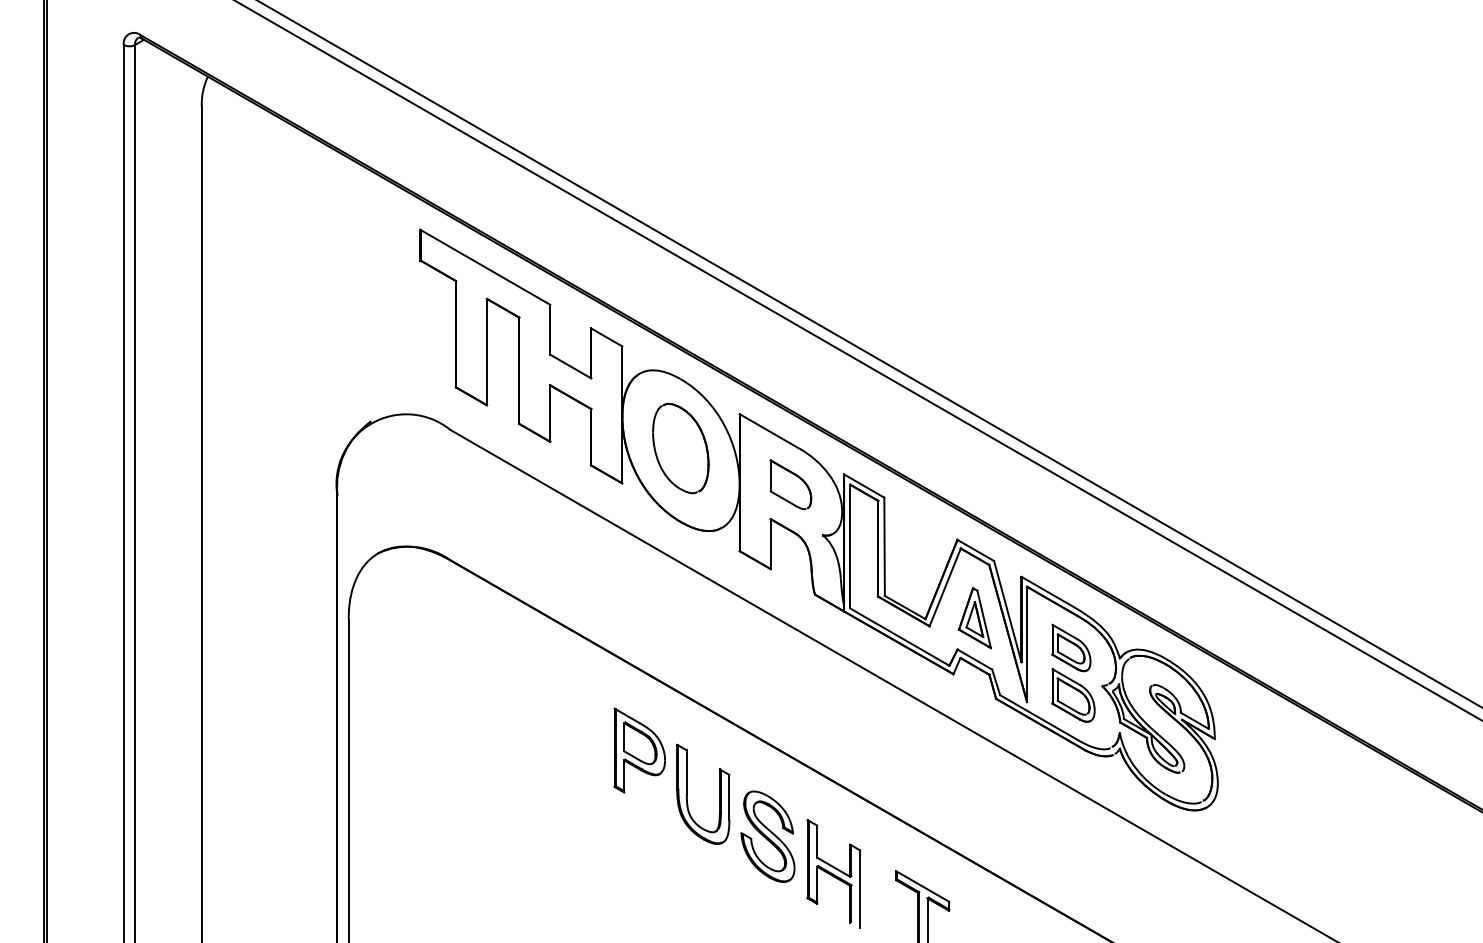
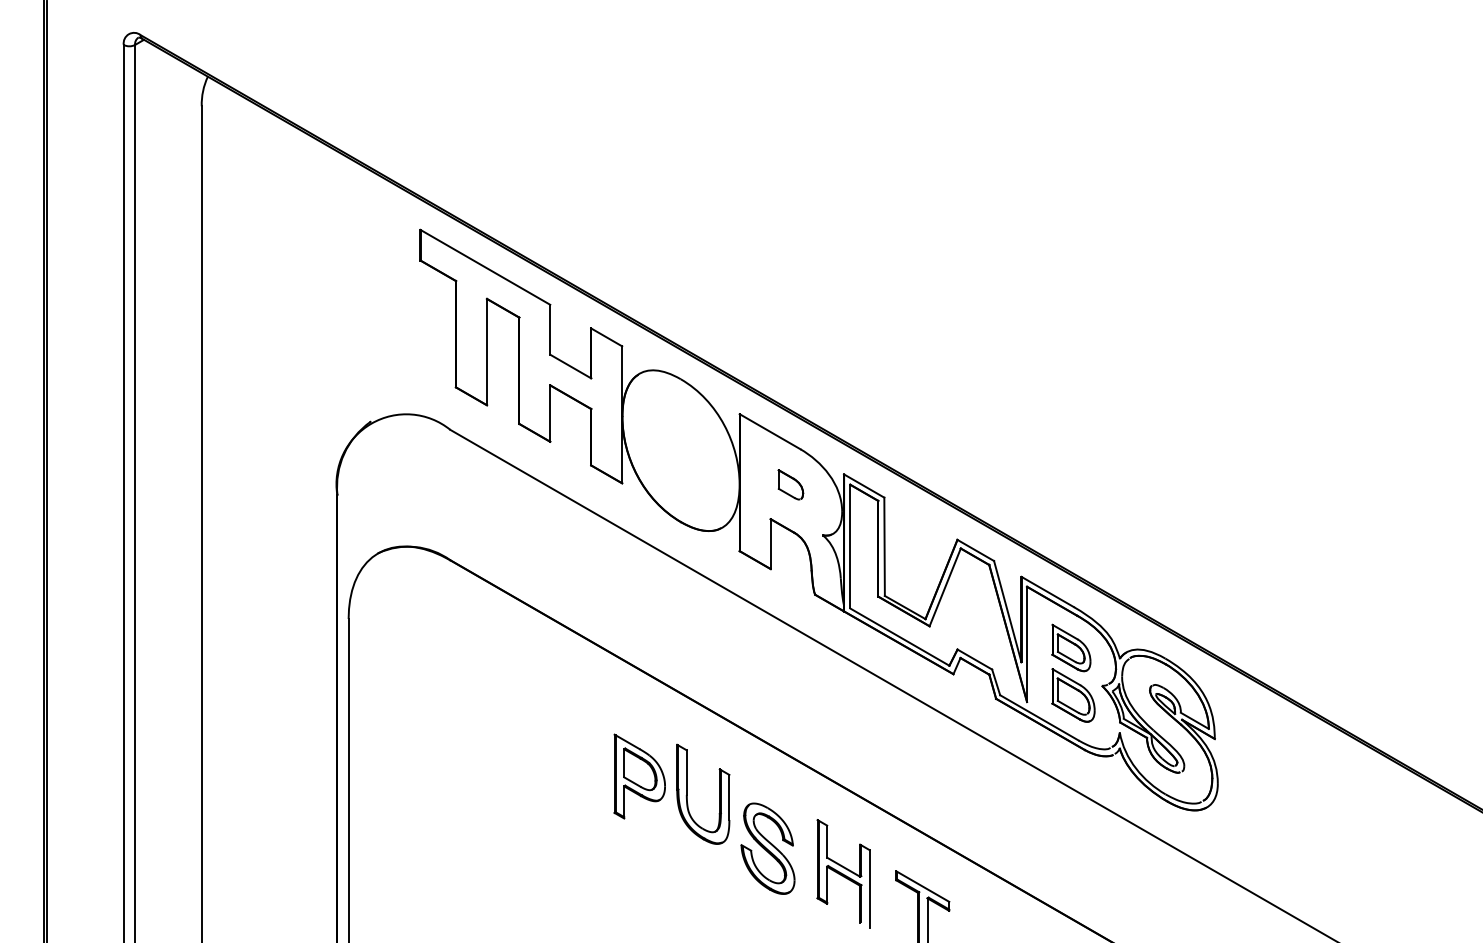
line at (869, 354): present -> none
line at (858, 360): present -> none
part at (680, 448): present -> none
part at (790, 484) size: 44x52 px -> 28x32 px
part at (974, 618): present -> none
part at (639, 750) position: (639, 750) -> (639, 776)
part at (767, 836) position: (767, 836) -> (767, 848)
part at (833, 873) position: (833, 873) -> (843, 873)
